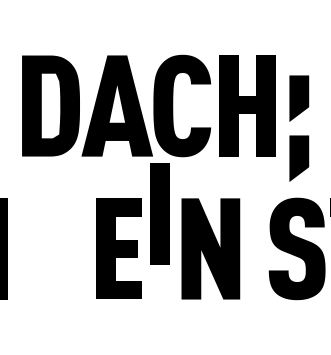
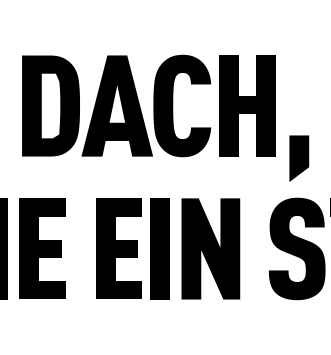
part at (299, 98): present -> none
part at (159, 213) position: (159, 213) -> (159, 248)
fill at (42, 248): none -> present
